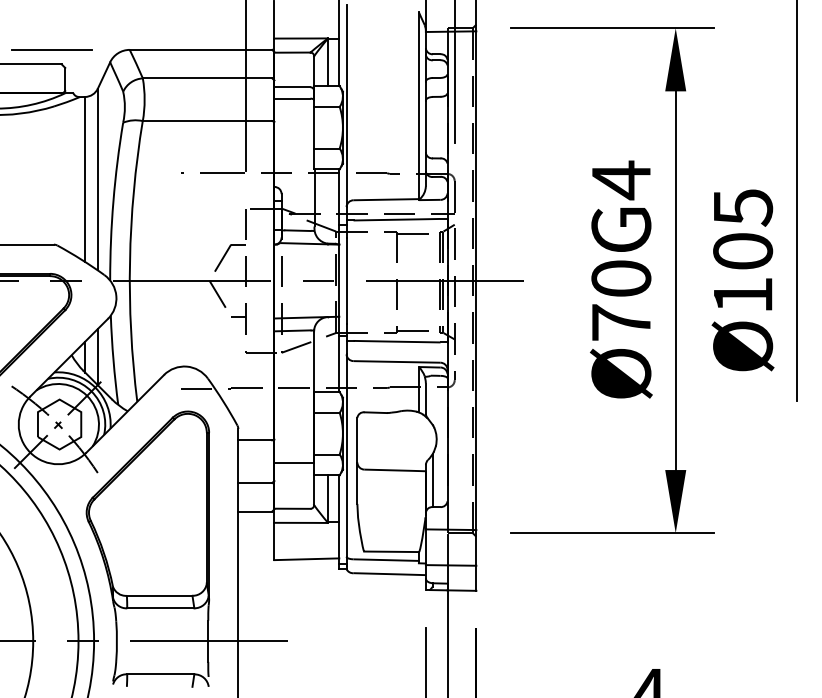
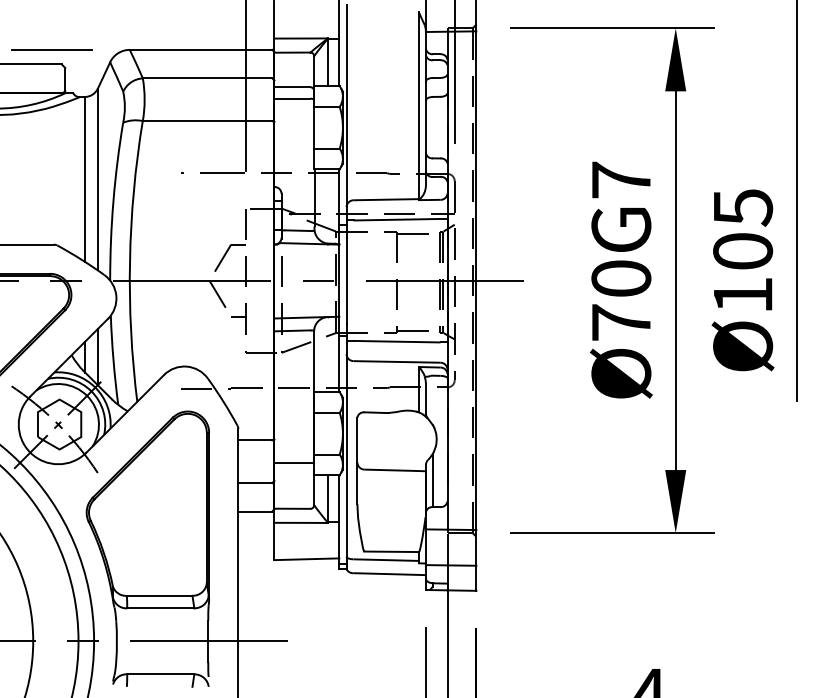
text at (621, 180): Ø70G4 -> Ø70G7
